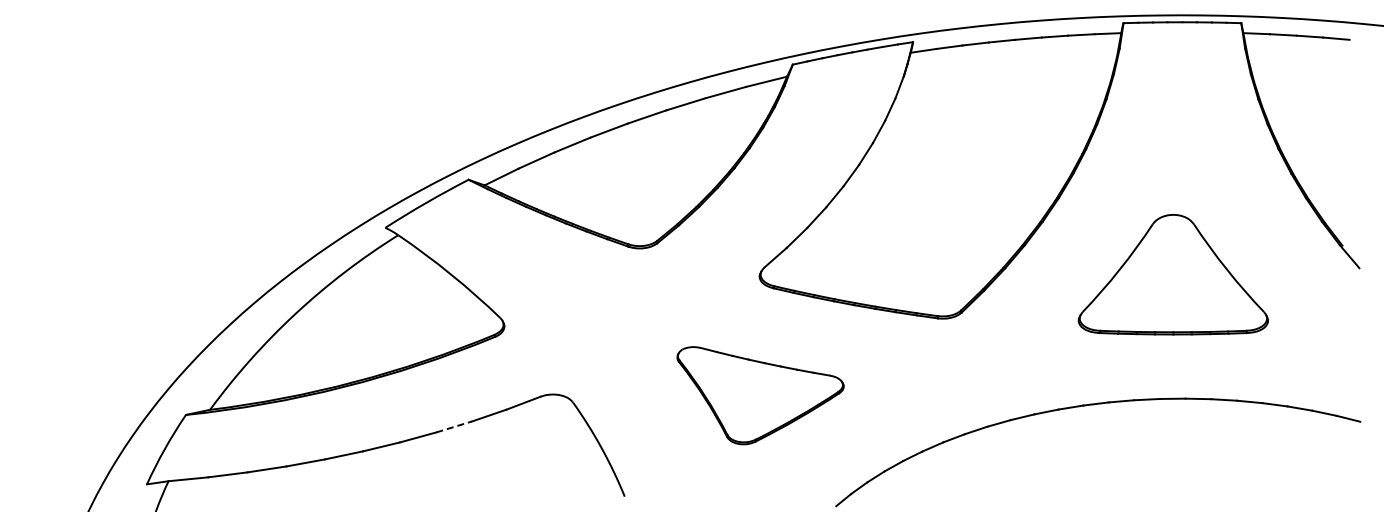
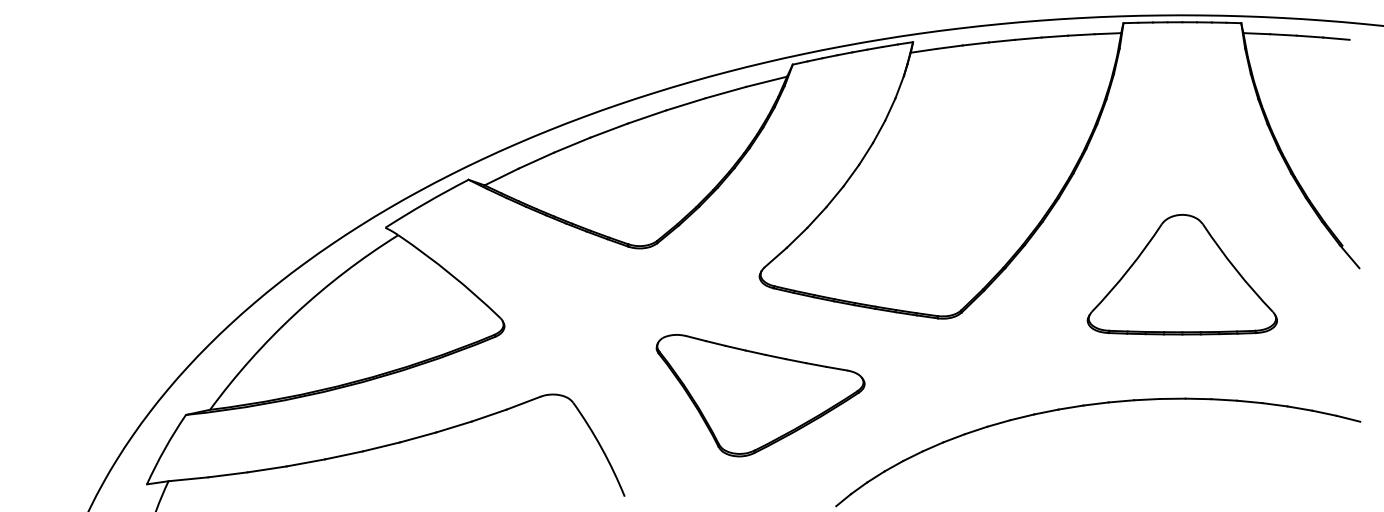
part at (1172, 274) position: (1172, 274) -> (1181, 274)
part at (760, 395) size: 169x100 px -> 211x124 px
line at (454, 426): dashed -> solid
